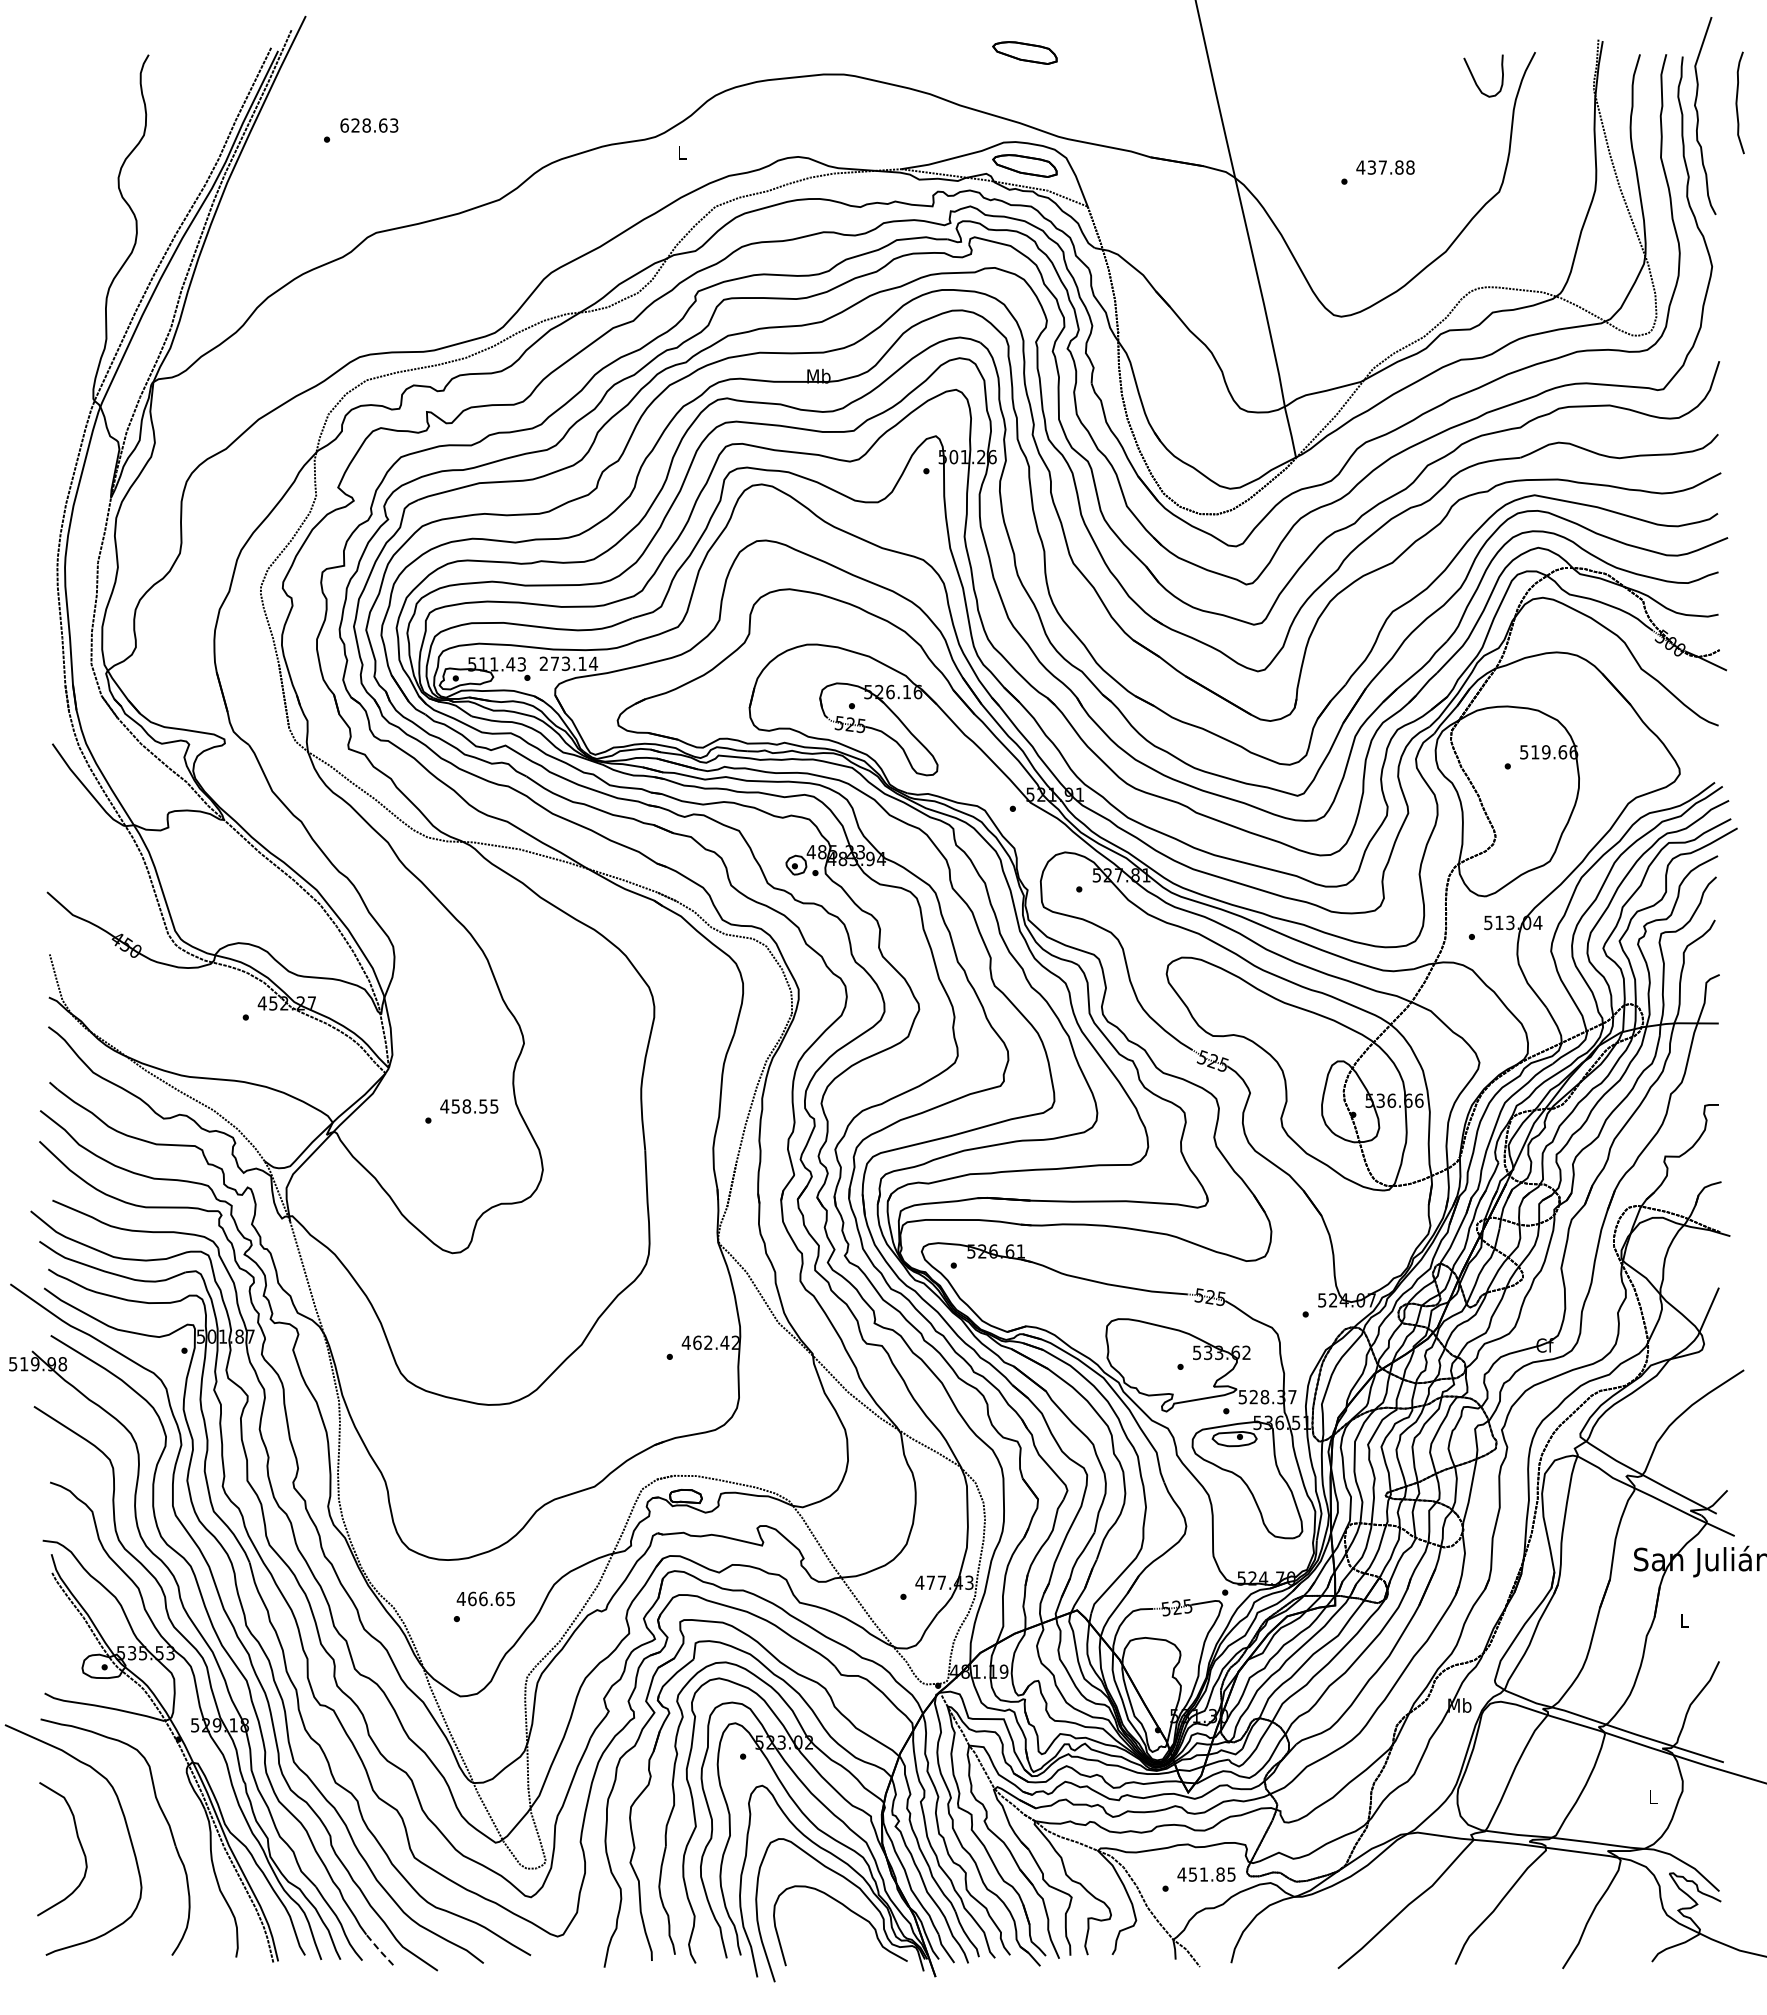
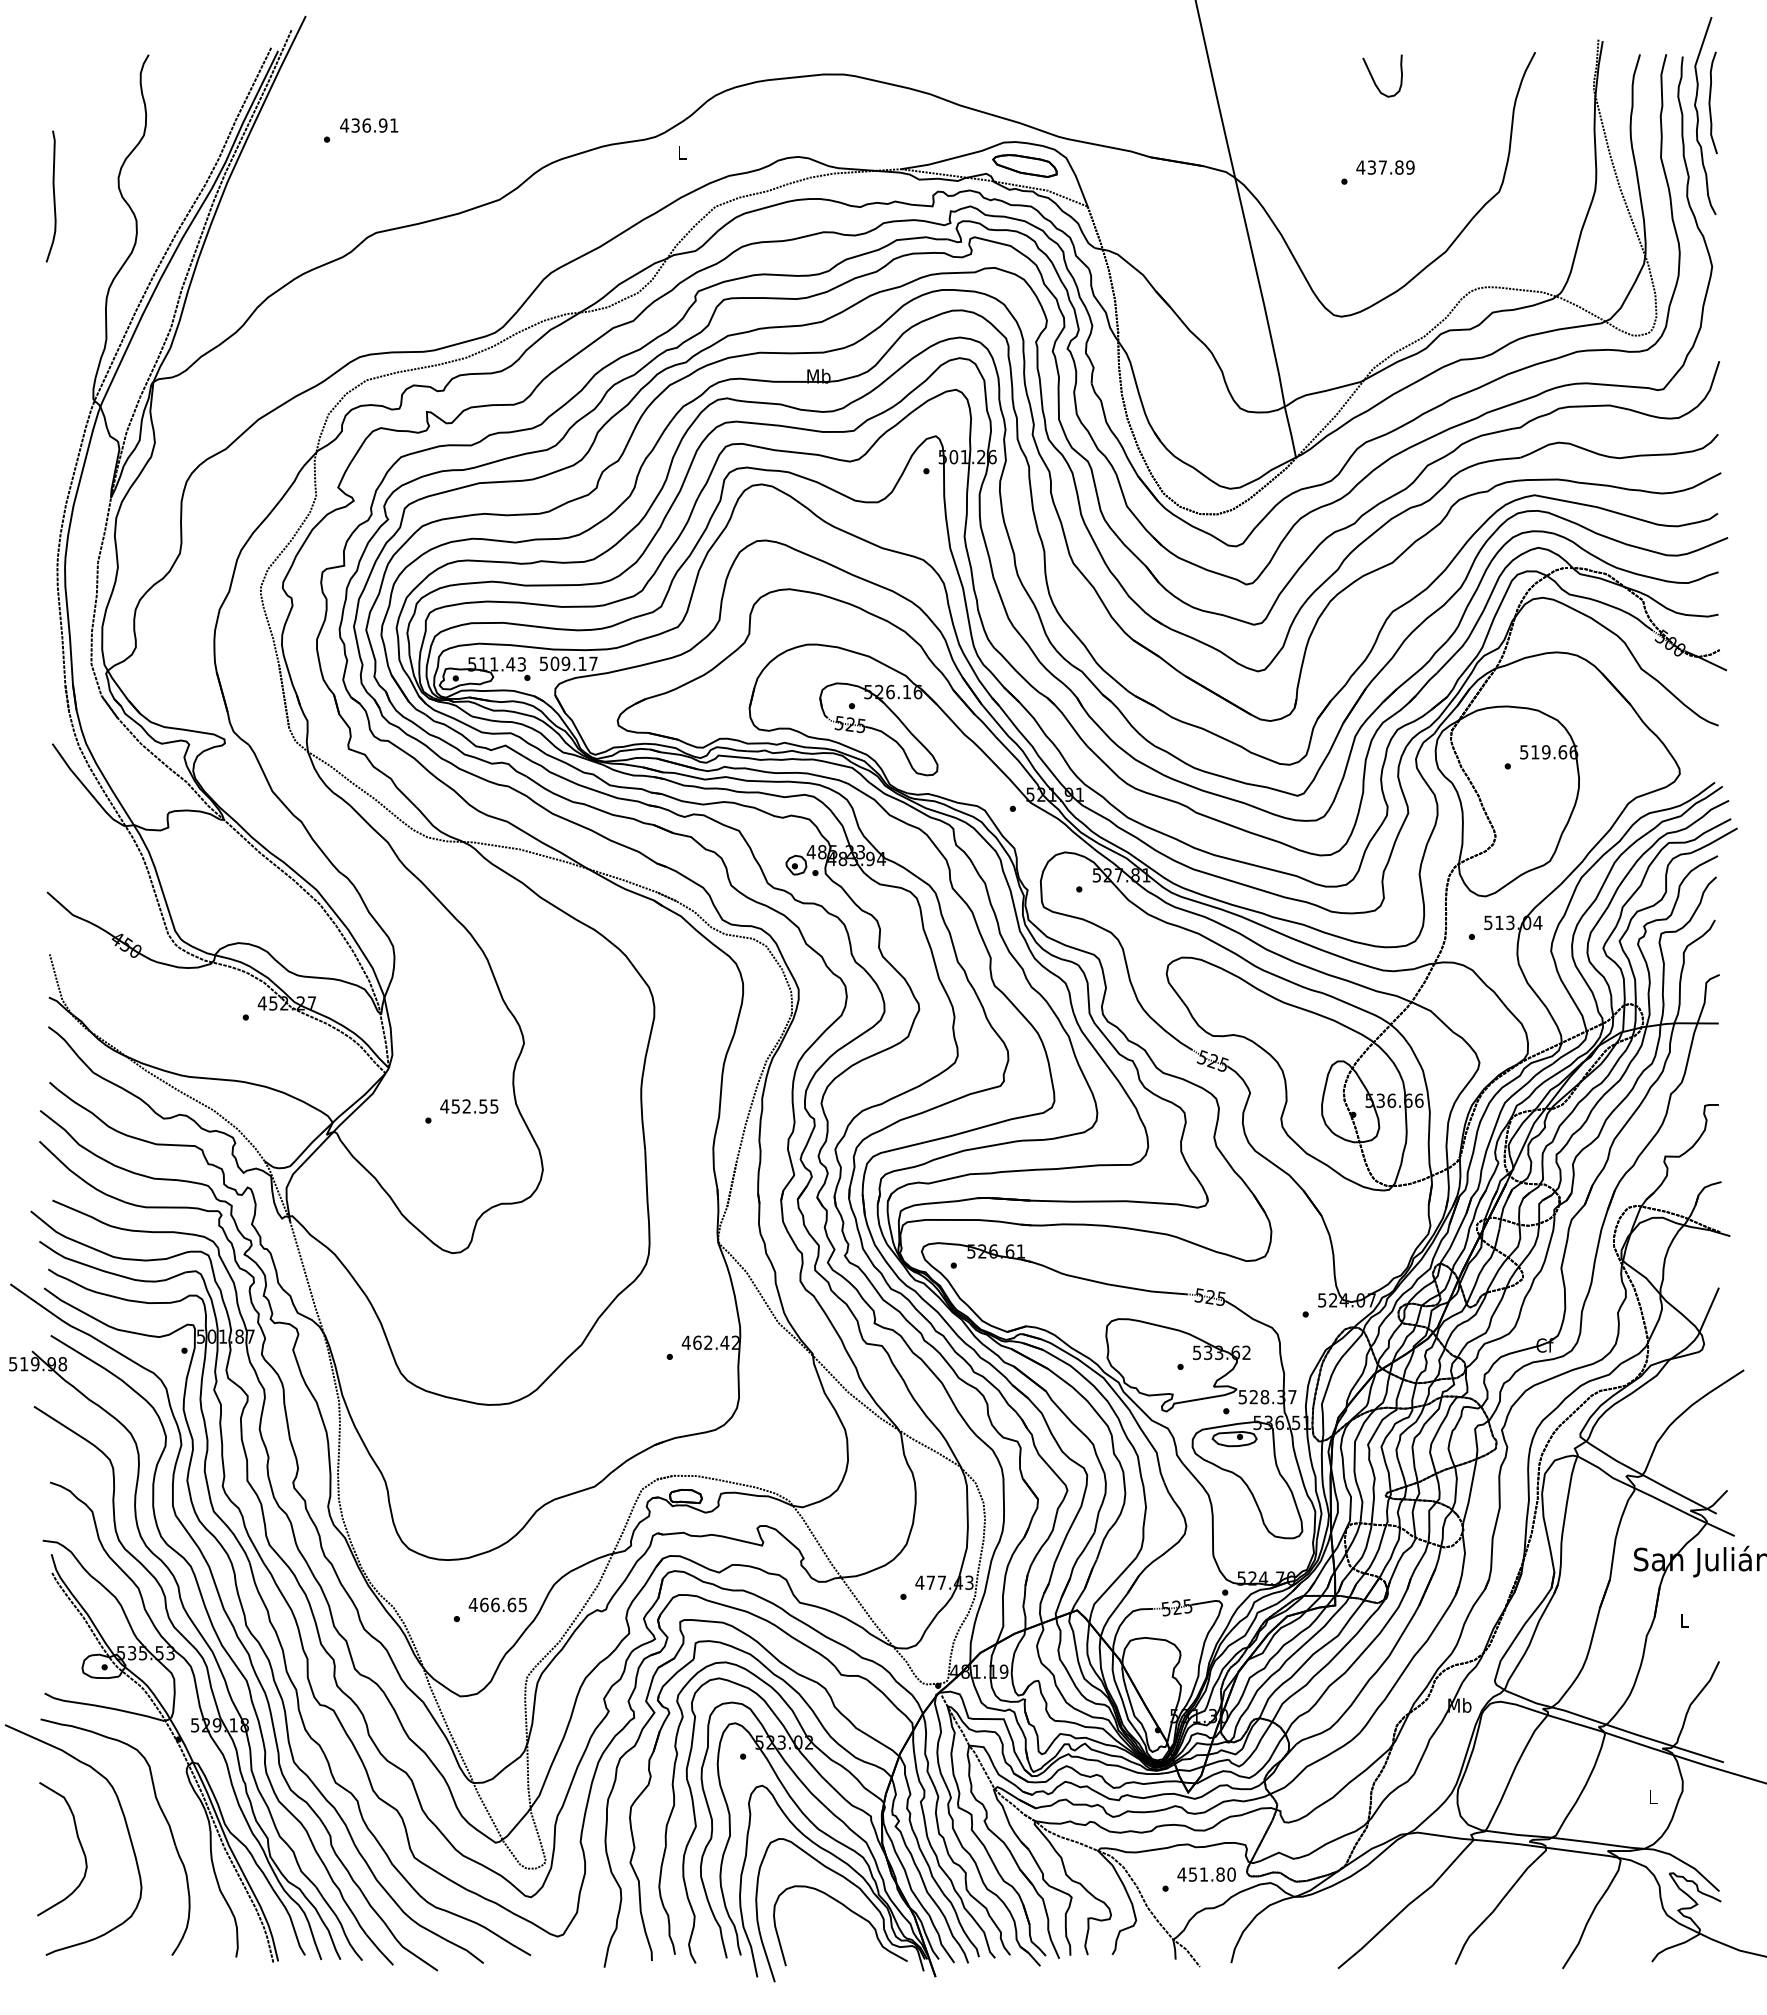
part at (1024, 52): present -> none
curve at (1475, 79) position: (1475, 79) -> (1374, 79)
curve at (1737, 102) position: (1737, 102) -> (1710, 102)
text at (369, 125): 628.63 -> 436.91
text at (1410, 167): 437.88 -> 437.89
curve at (53, 196): none -> present
text at (568, 663): 273.14 -> 509.17
text at (466, 1106): 458.55 -> 452.55
text at (485, 1598) position: (485, 1598) -> (497, 1604)
text at (1231, 1874): 451.85 -> 451.80
line at (379, 1950): dashed -> solid
